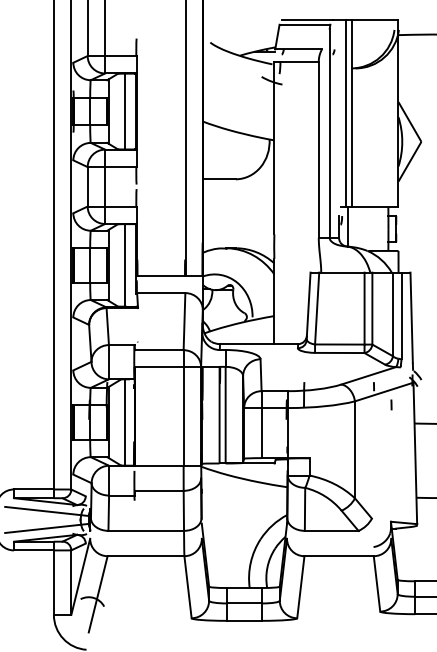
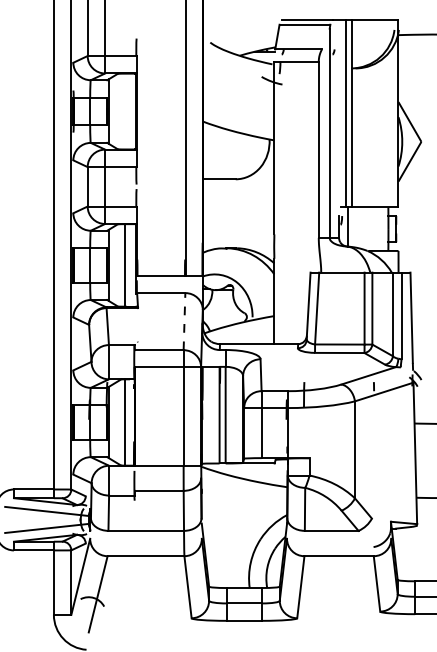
line at (124, 111): present -> none
line at (184, 321): solid -> dashed
line at (391, 404): present -> none
